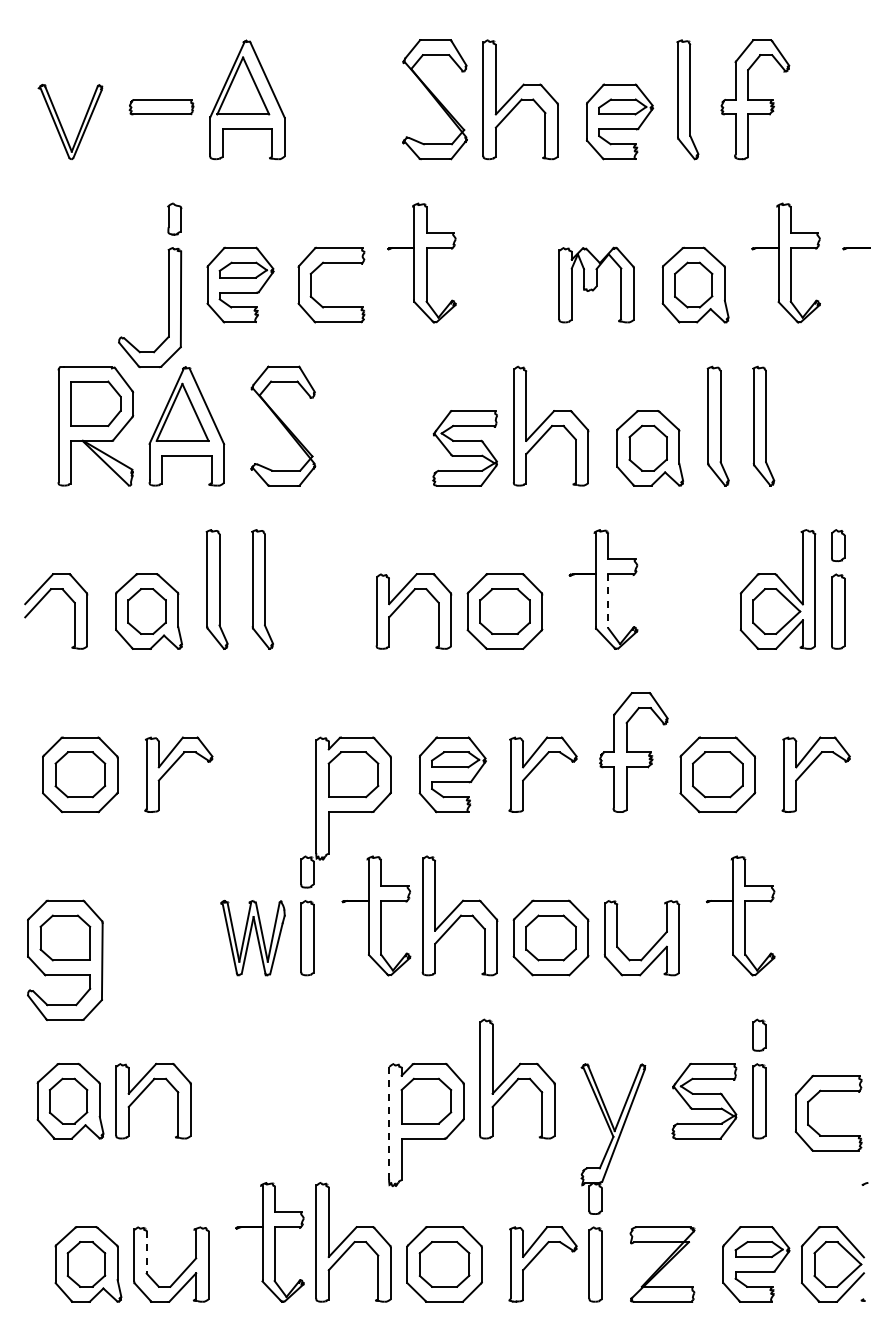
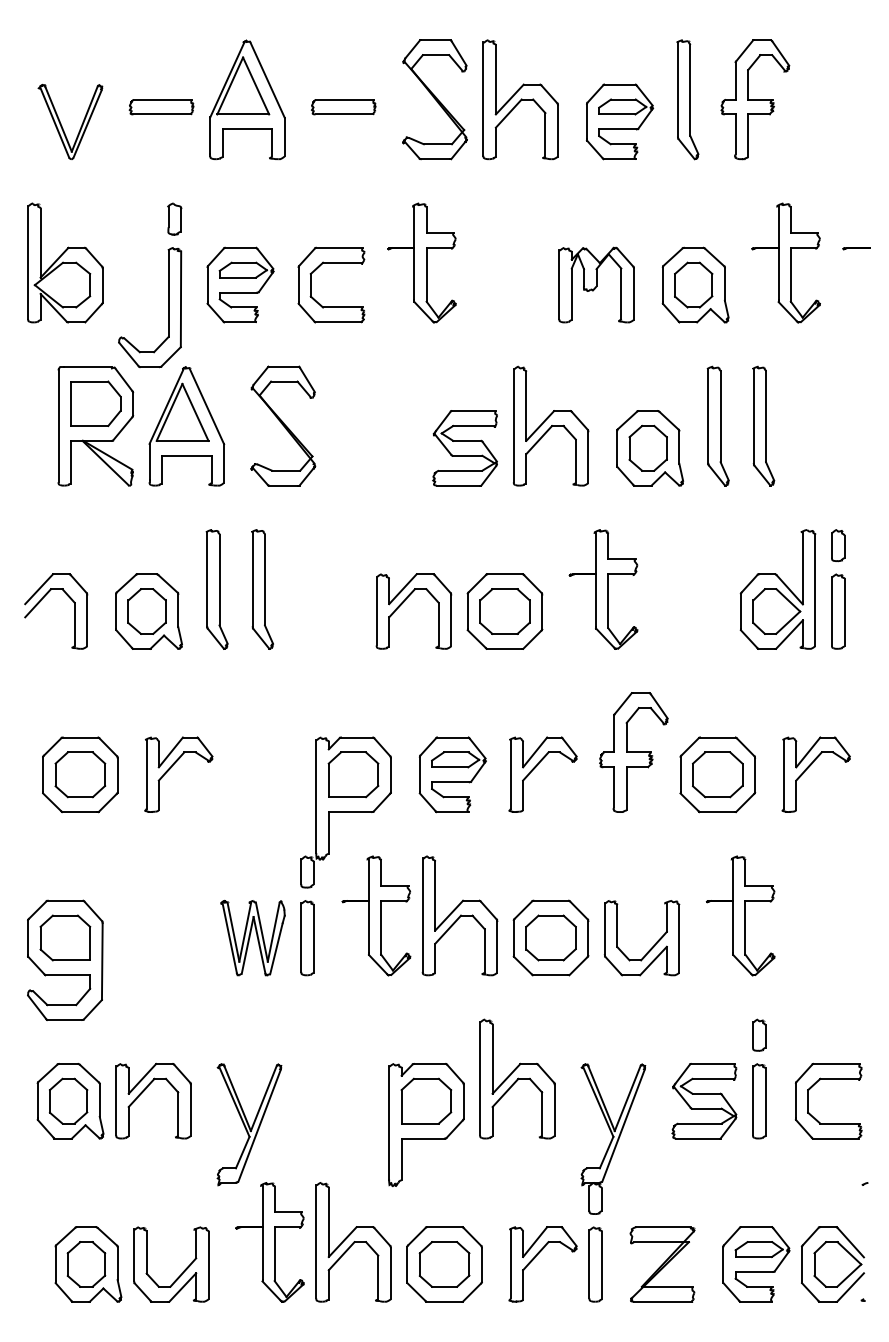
part at (343, 107): none -> present
part at (65, 262): none -> present
line at (608, 601): dashed -> solid
part at (808, 1112) position: (808, 1112) -> (808, 1100)
line at (389, 1122): dashed -> solid
part at (249, 1124): none -> present
line at (146, 1252): dashed -> solid
